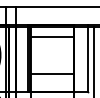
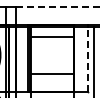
line at (58, 6): solid -> dashed
line at (87, 59): solid -> dashed
